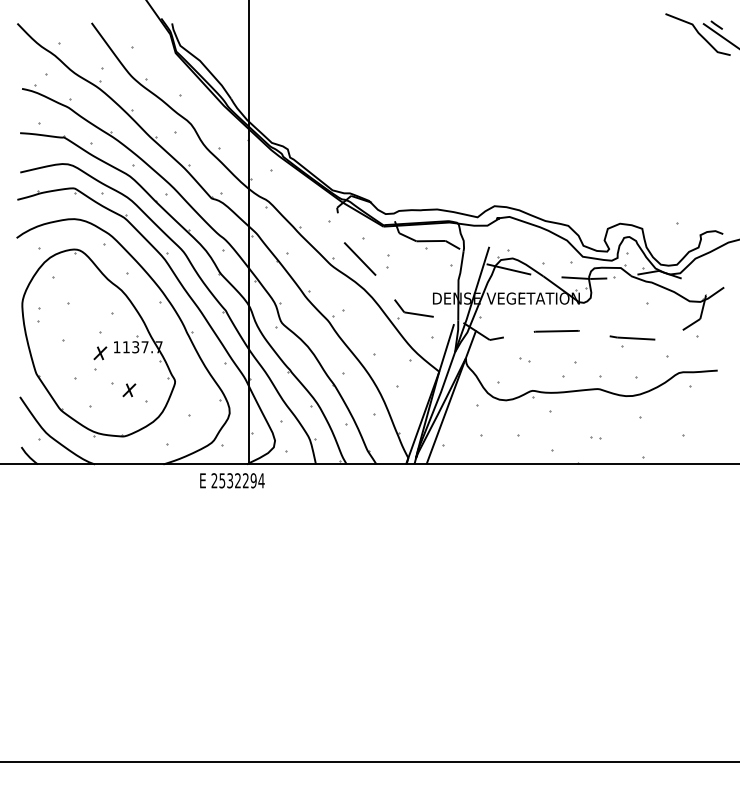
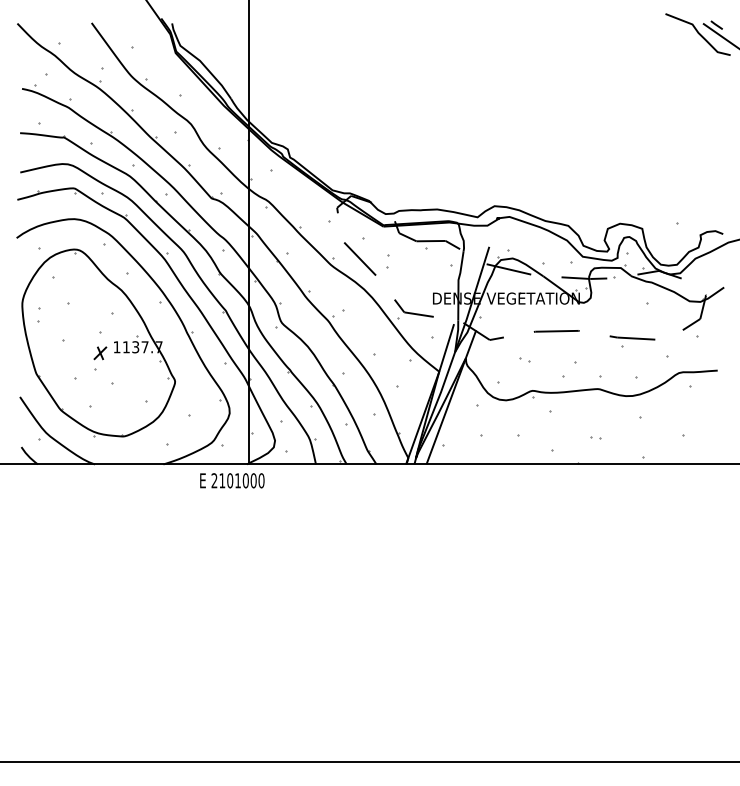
part at (129, 390): present -> none
text at (241, 480): 2532294 -> 2101000
